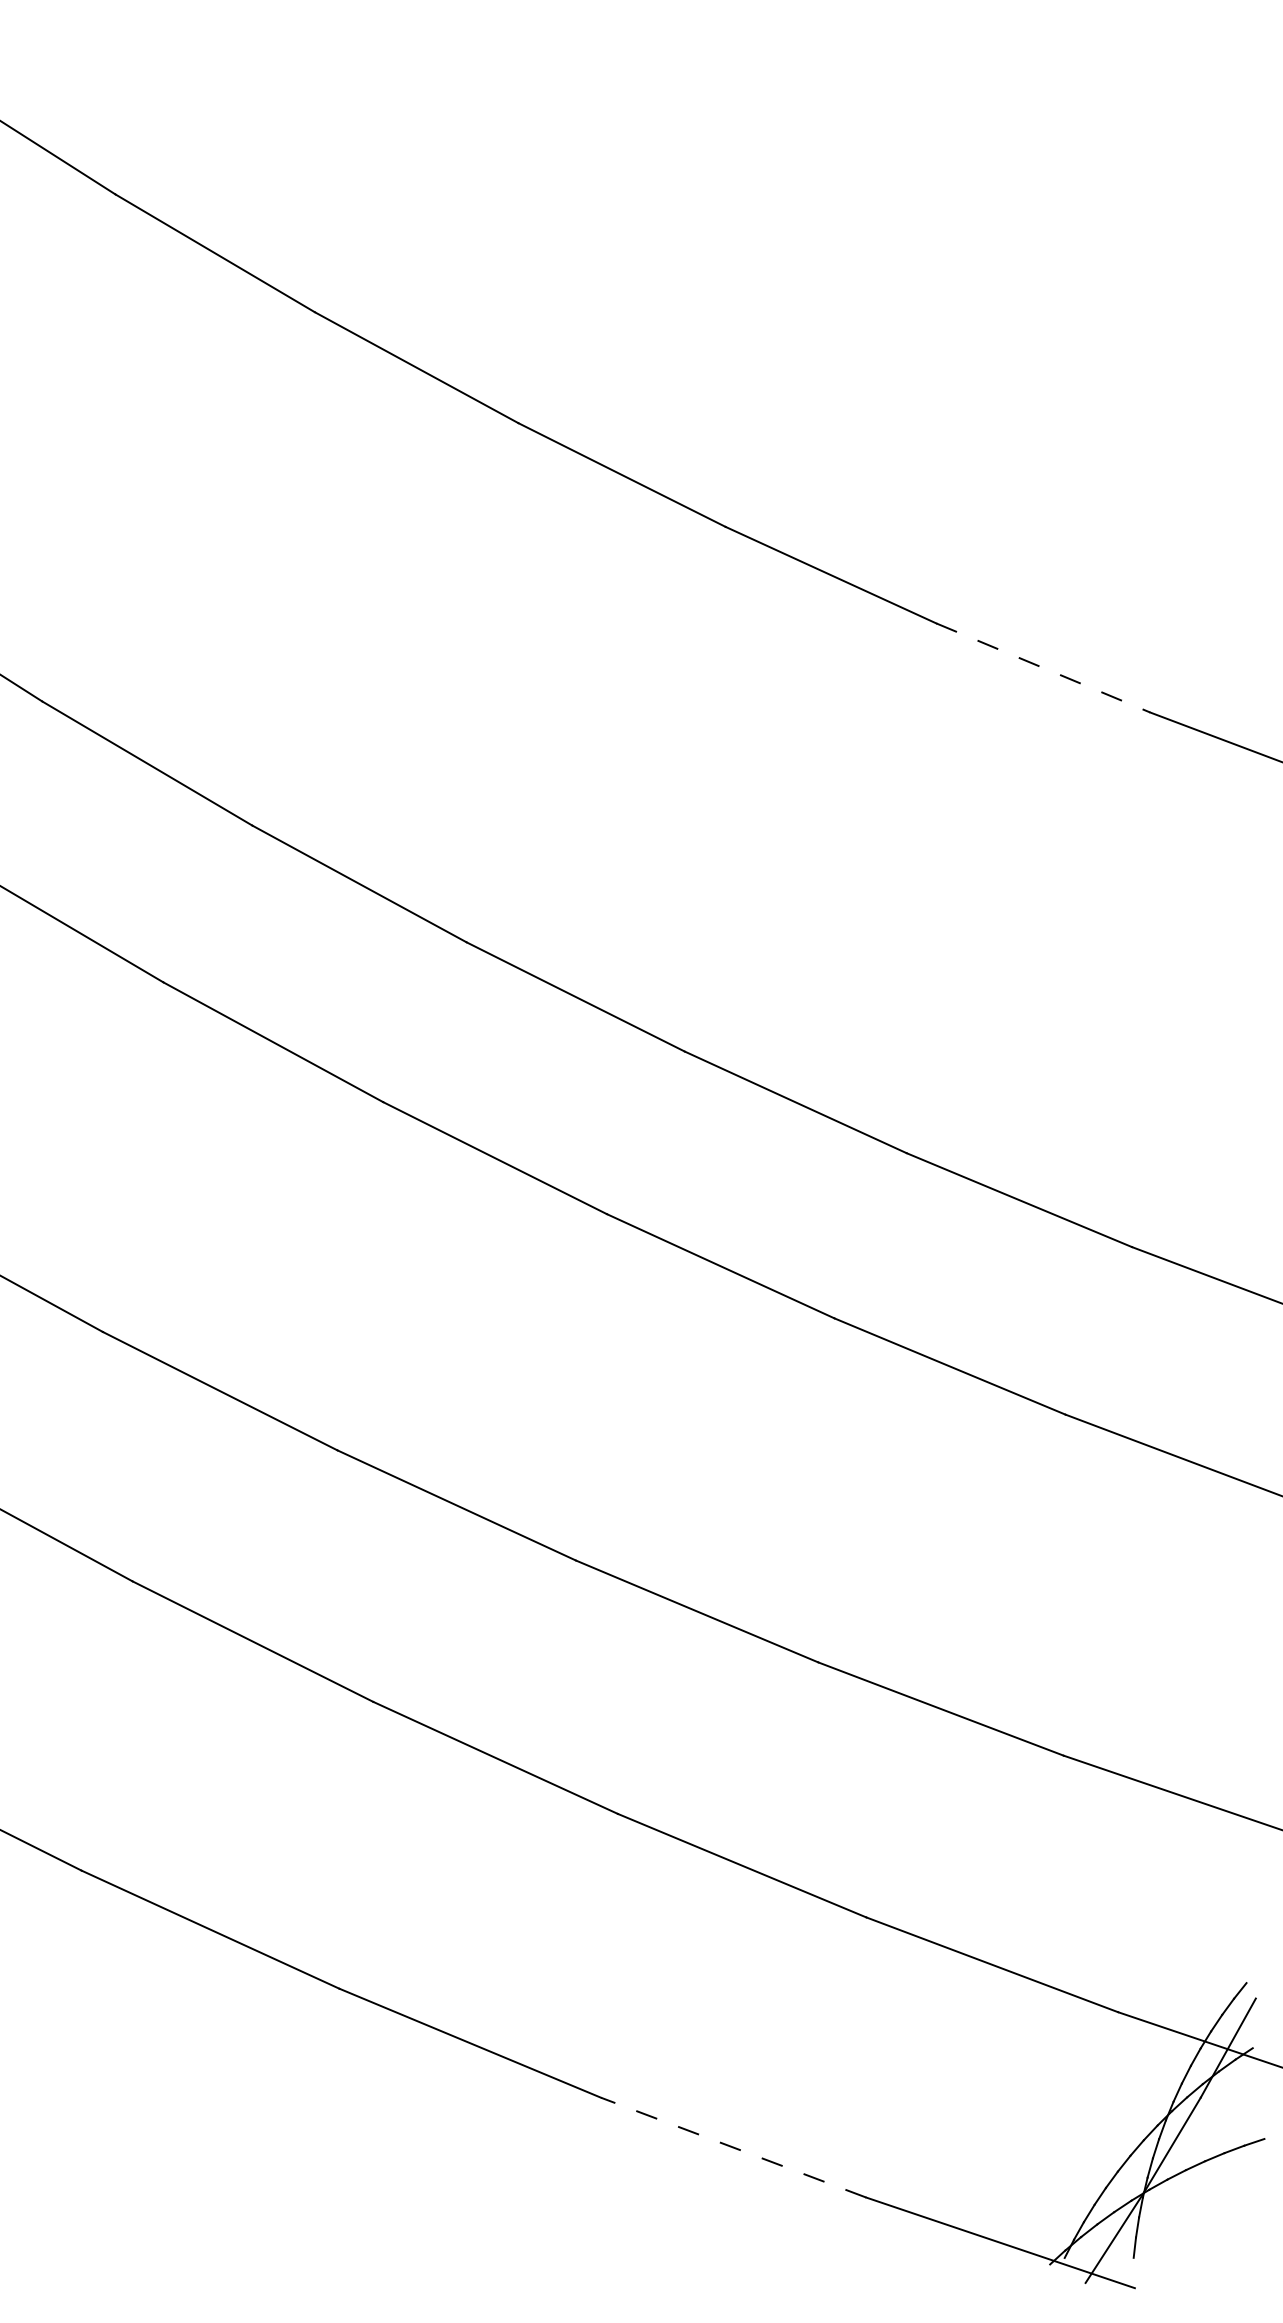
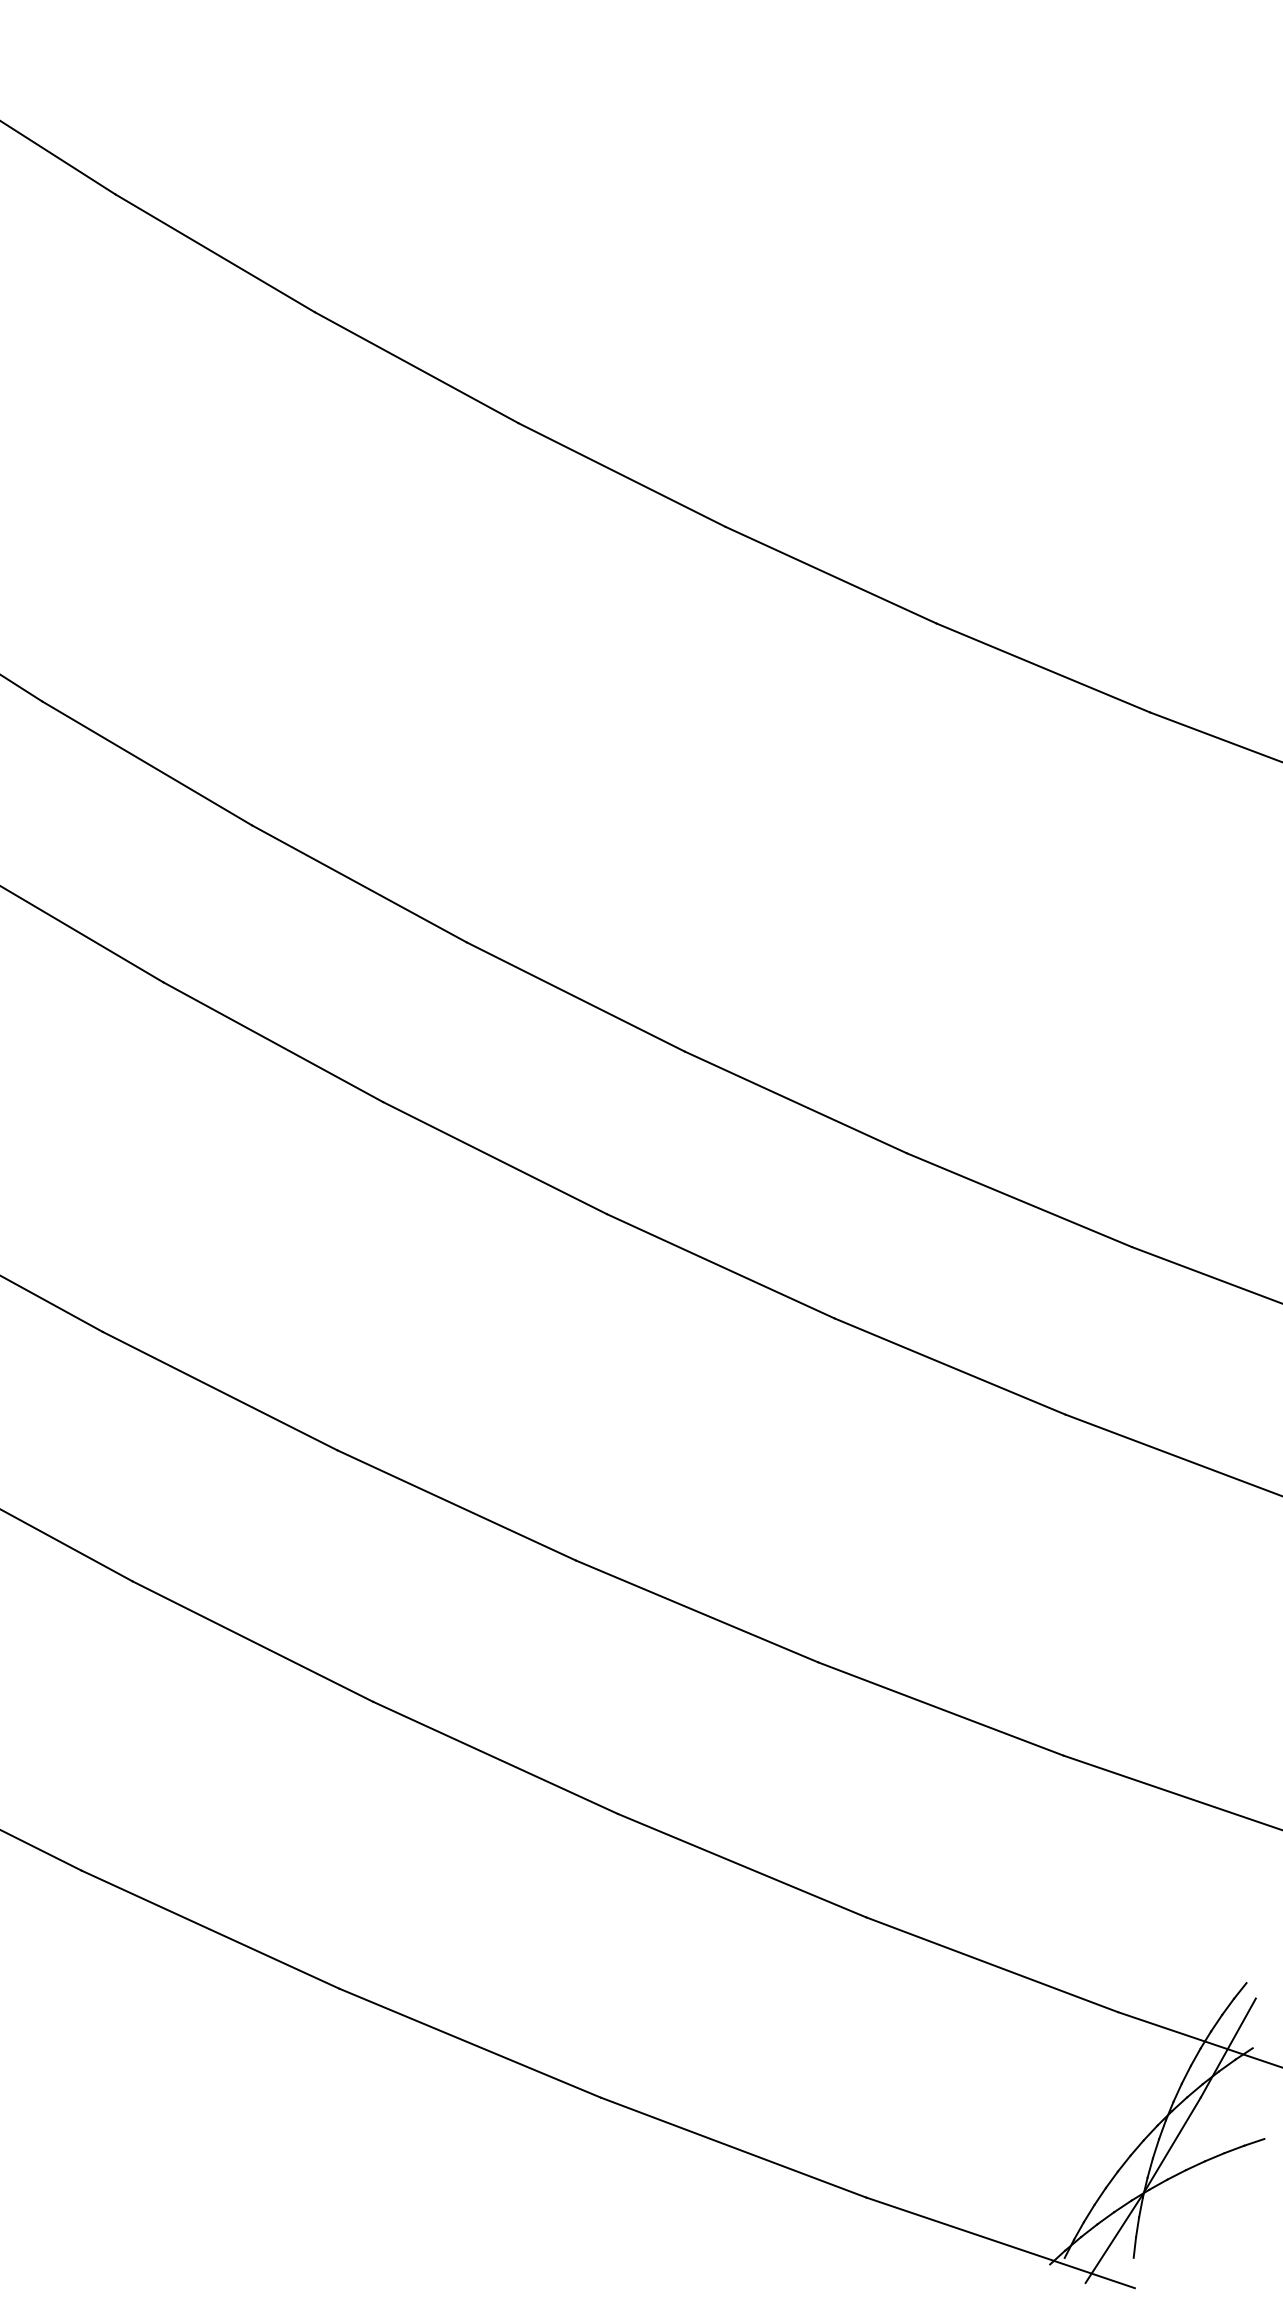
line at (1043, 667): dashed -> solid
line at (733, 2147): dashed -> solid
